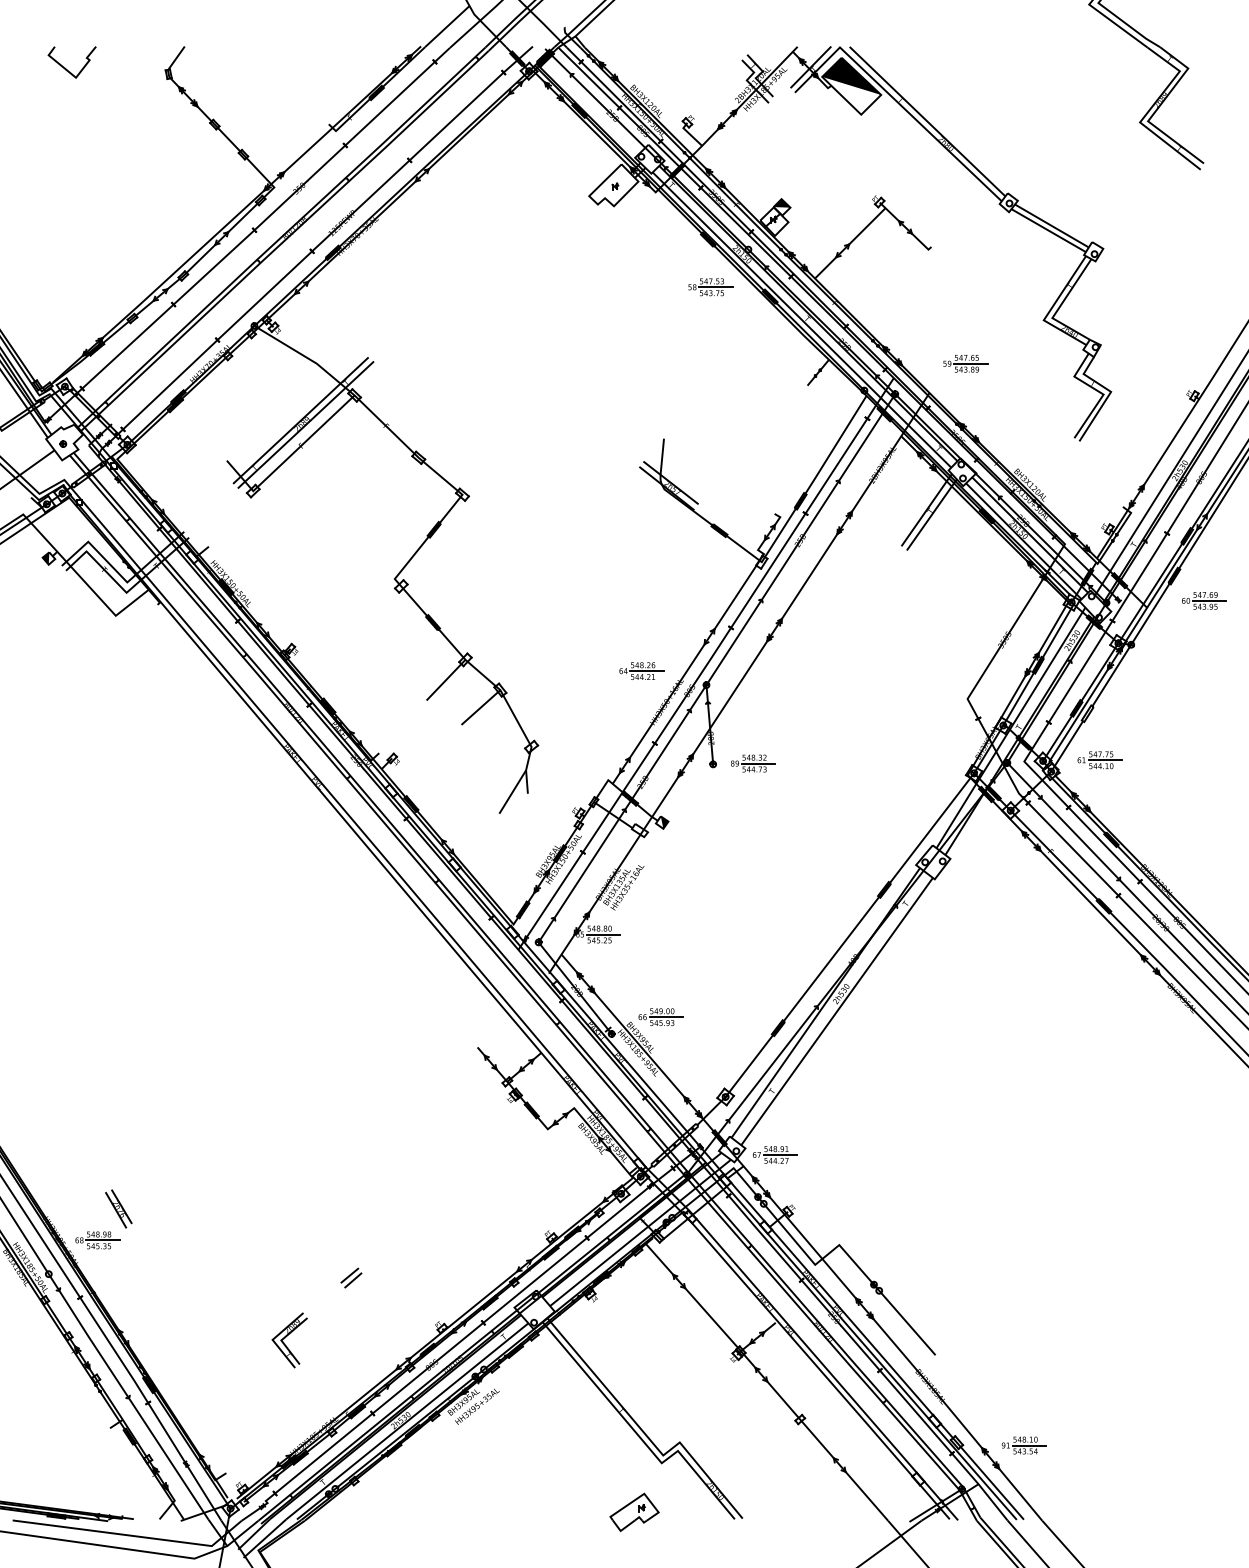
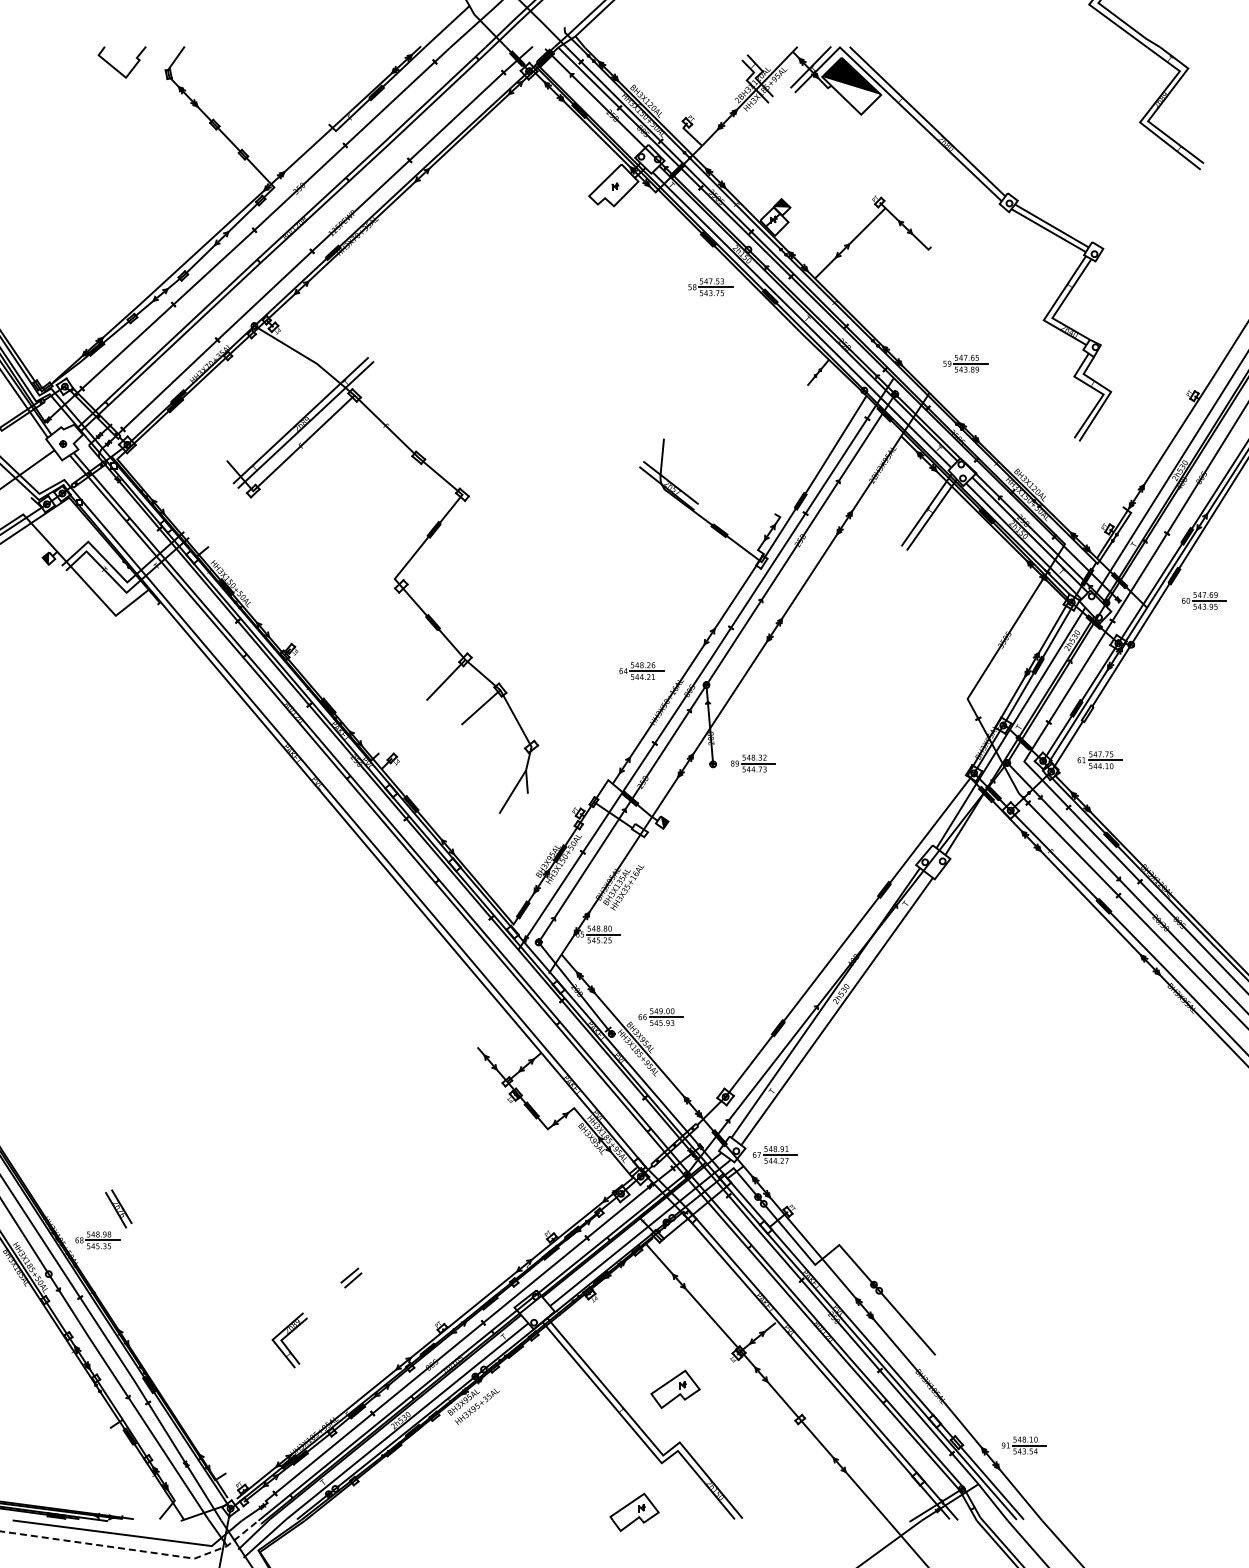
curve at (65, 67) position: (65, 67) -> (115, 67)
part at (675, 1389): none -> present
line at (137, 1550): solid -> dashed
